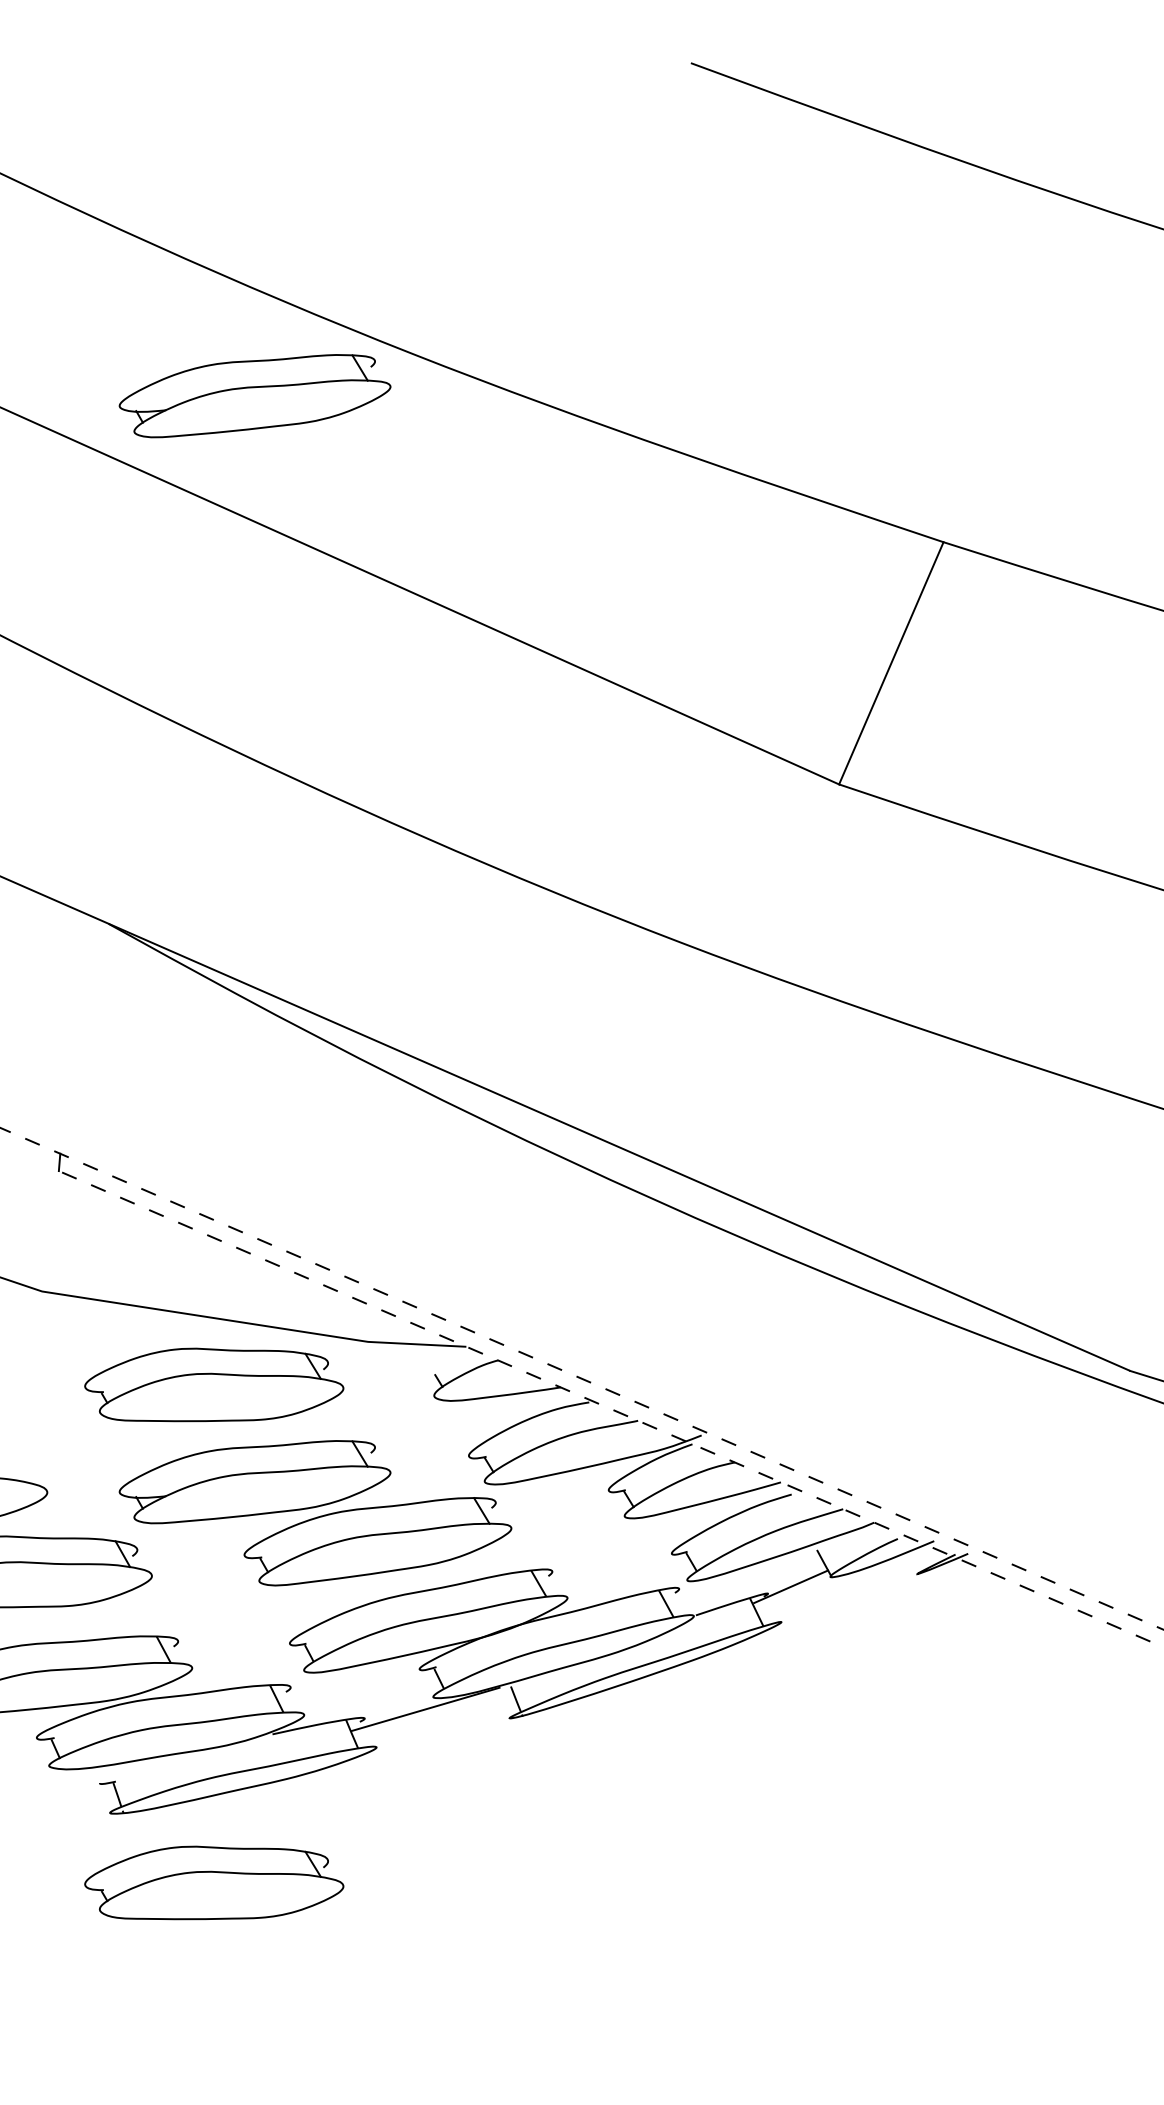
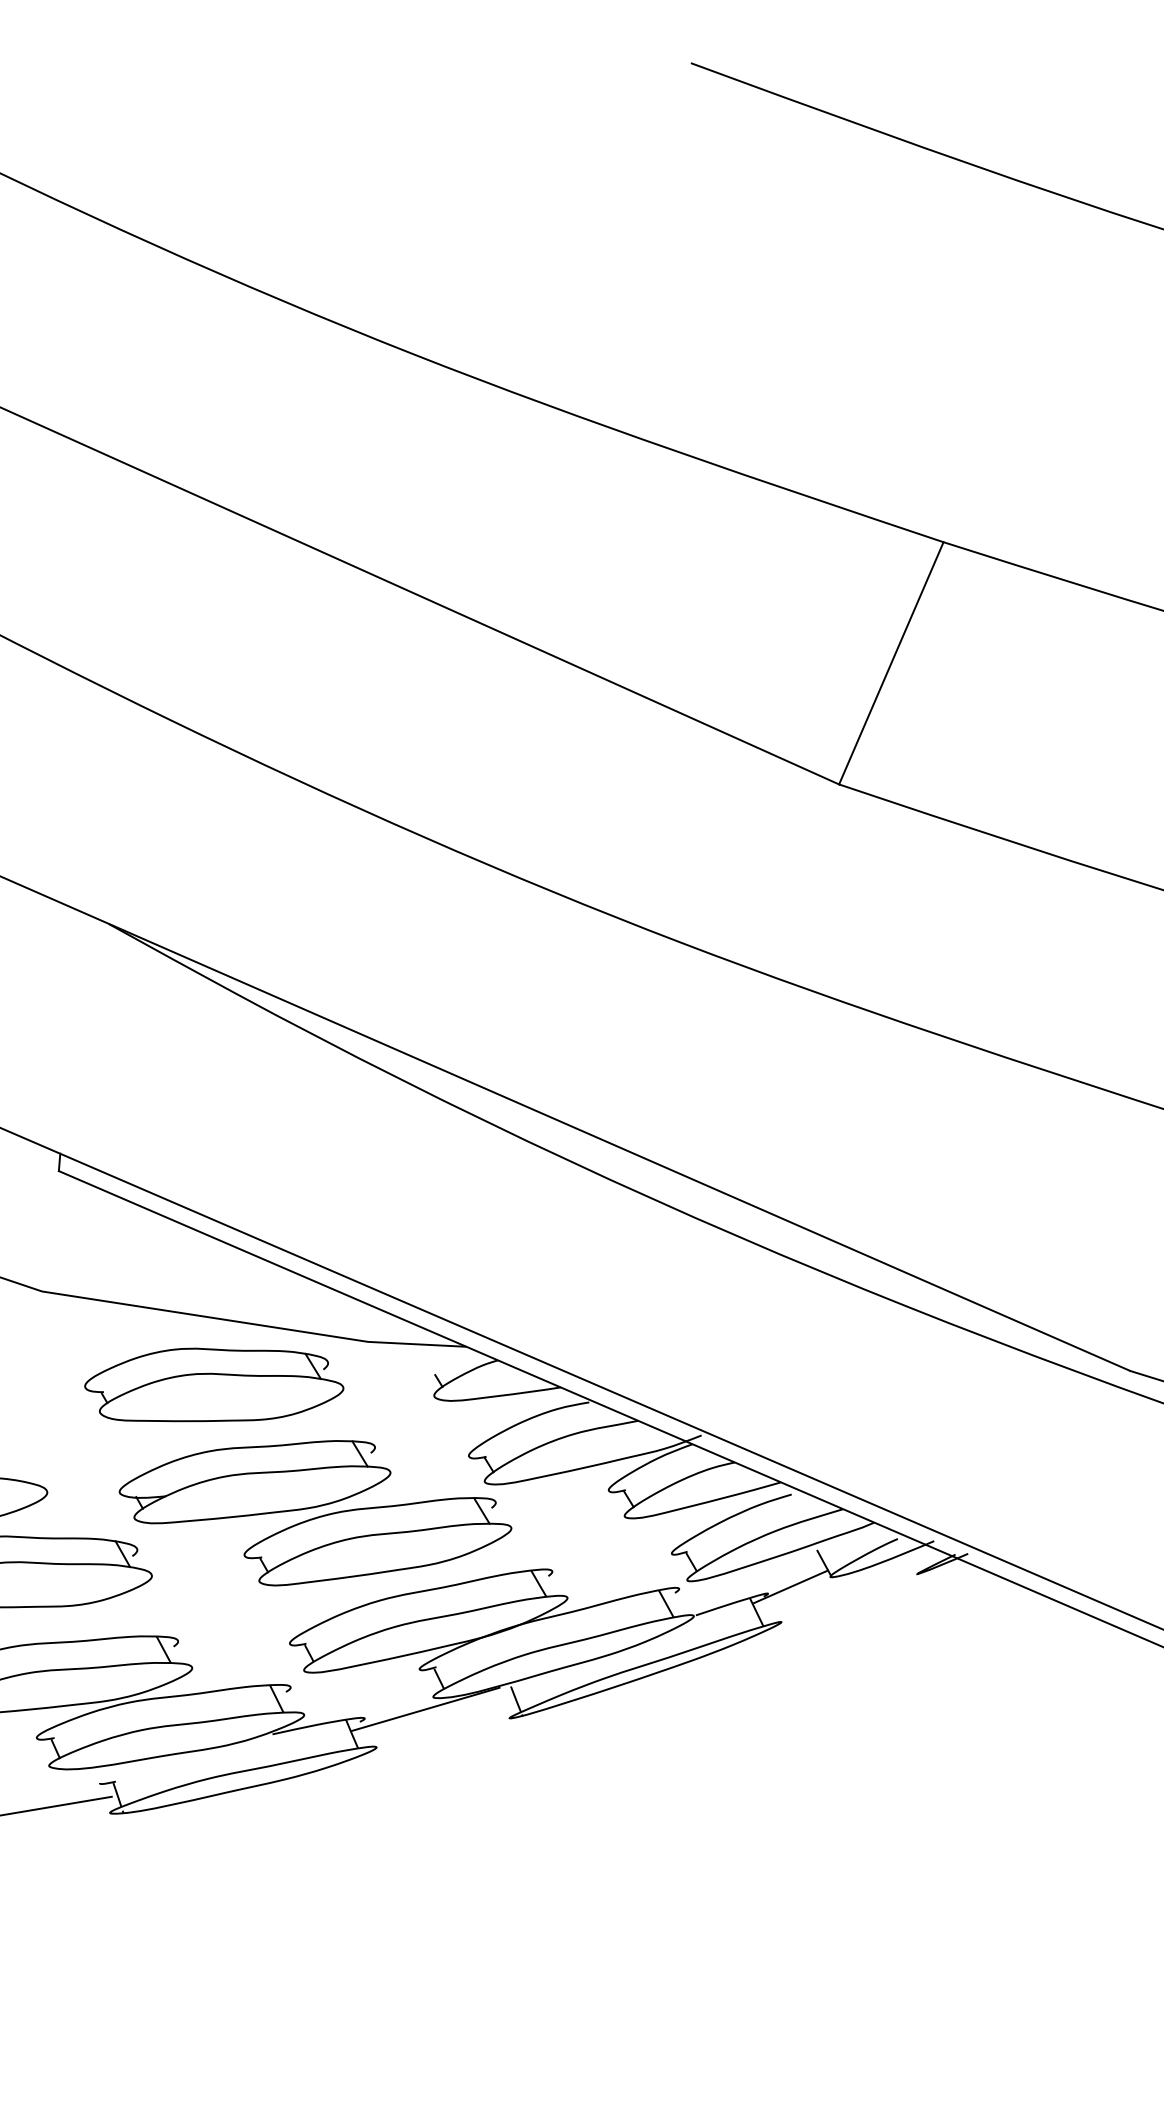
part at (254, 396): present -> none
line at (582, 1378): dashed -> solid
line at (610, 1408): dashed -> solid
line at (56, 1805): none -> present
part at (214, 1882): present -> none
